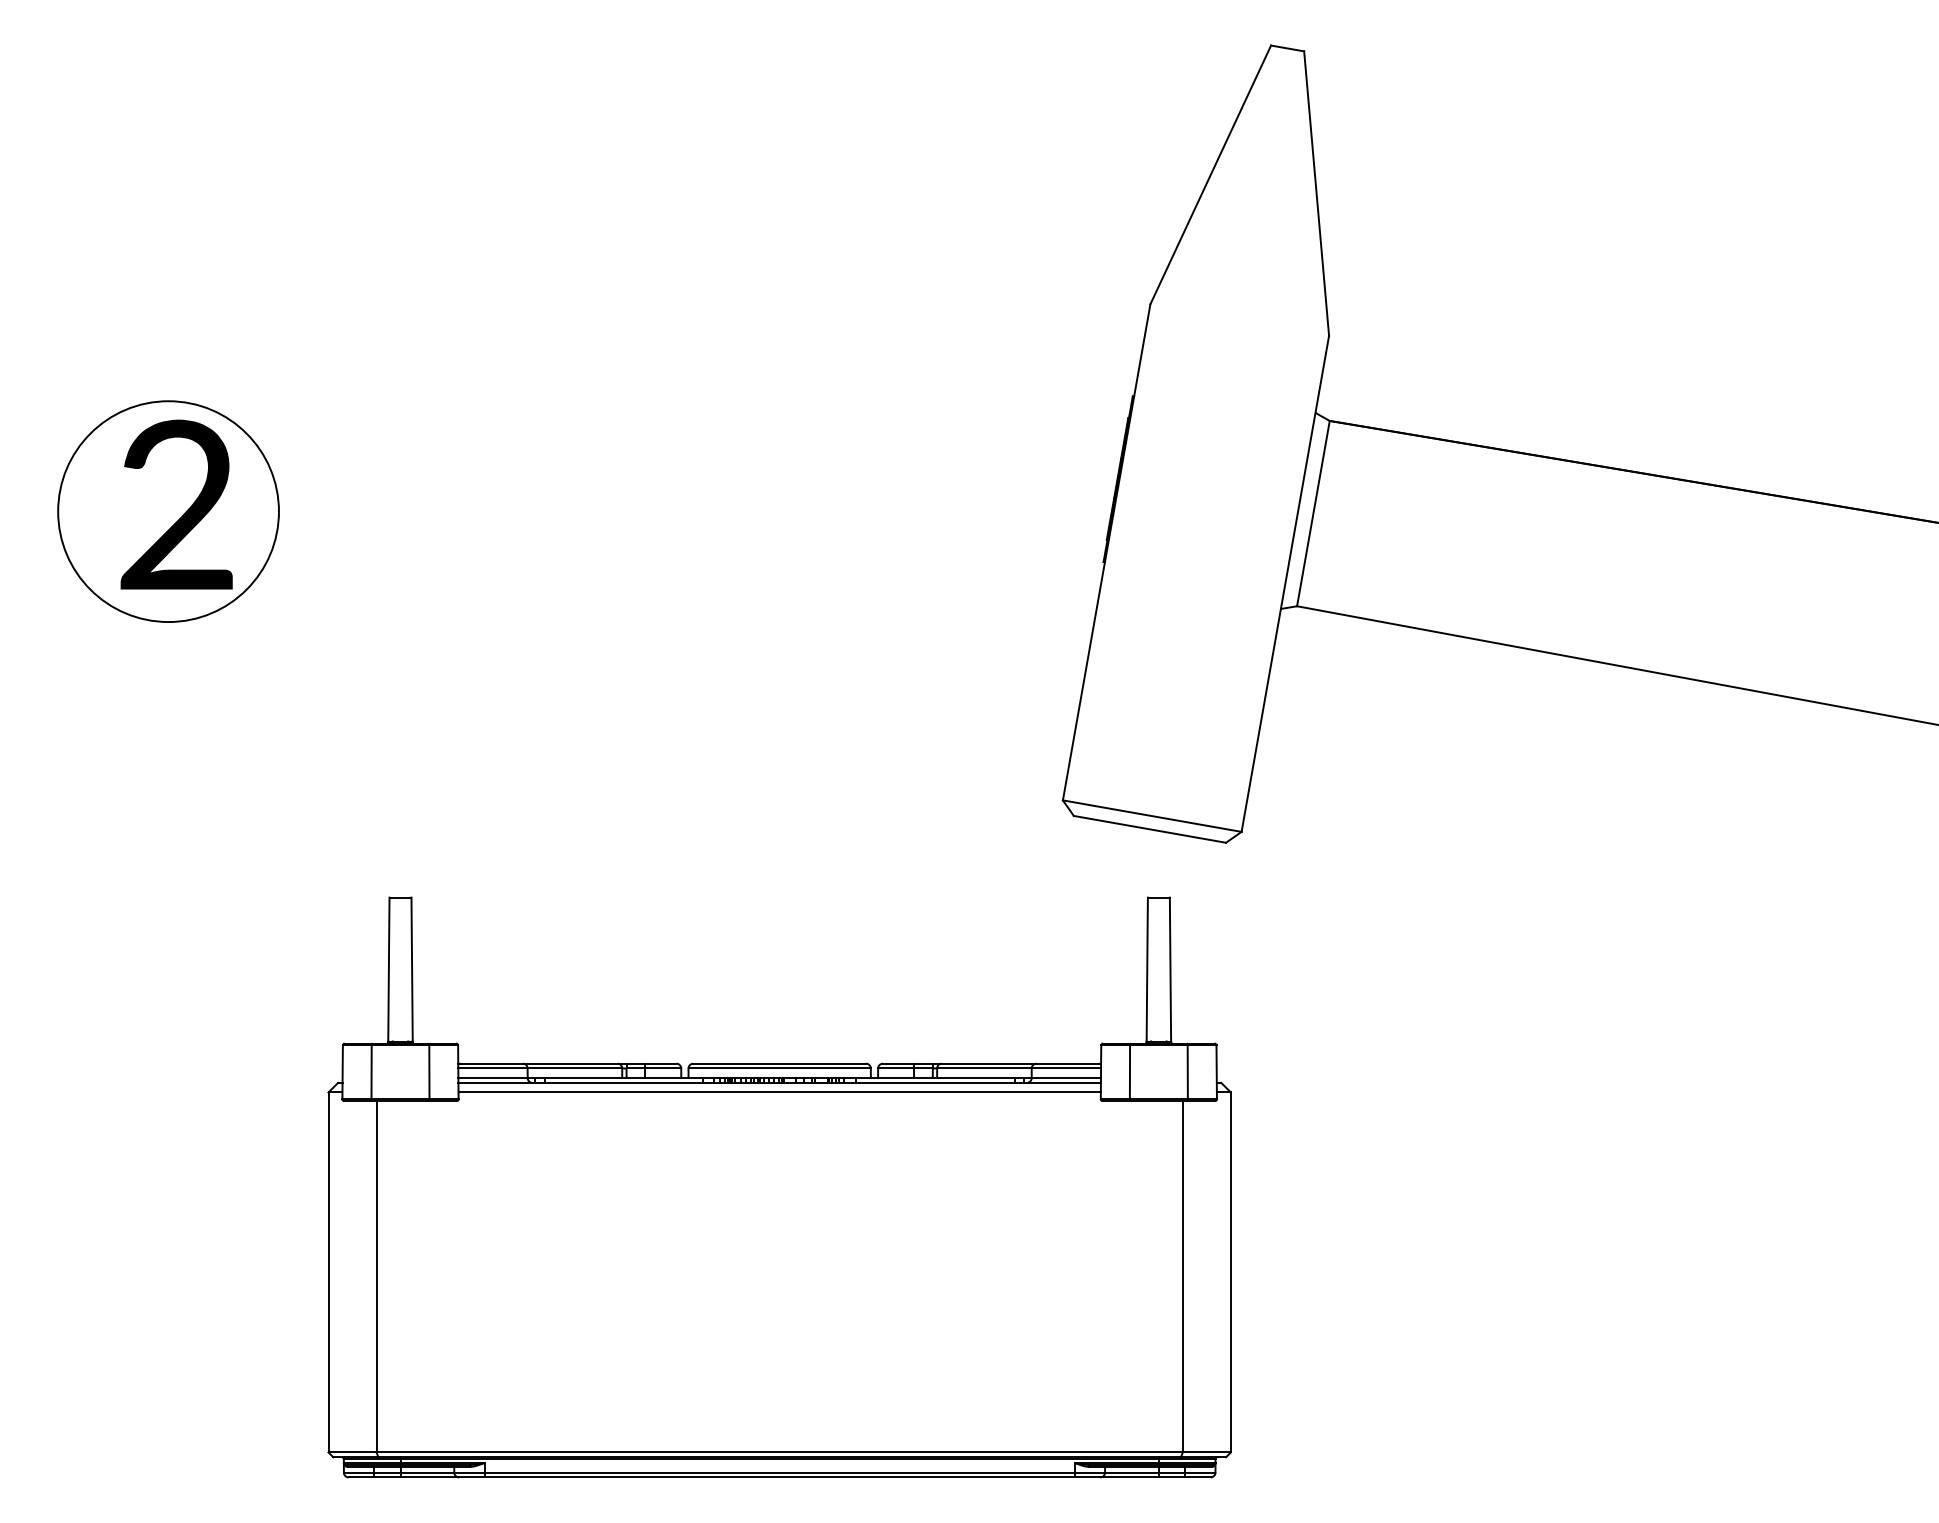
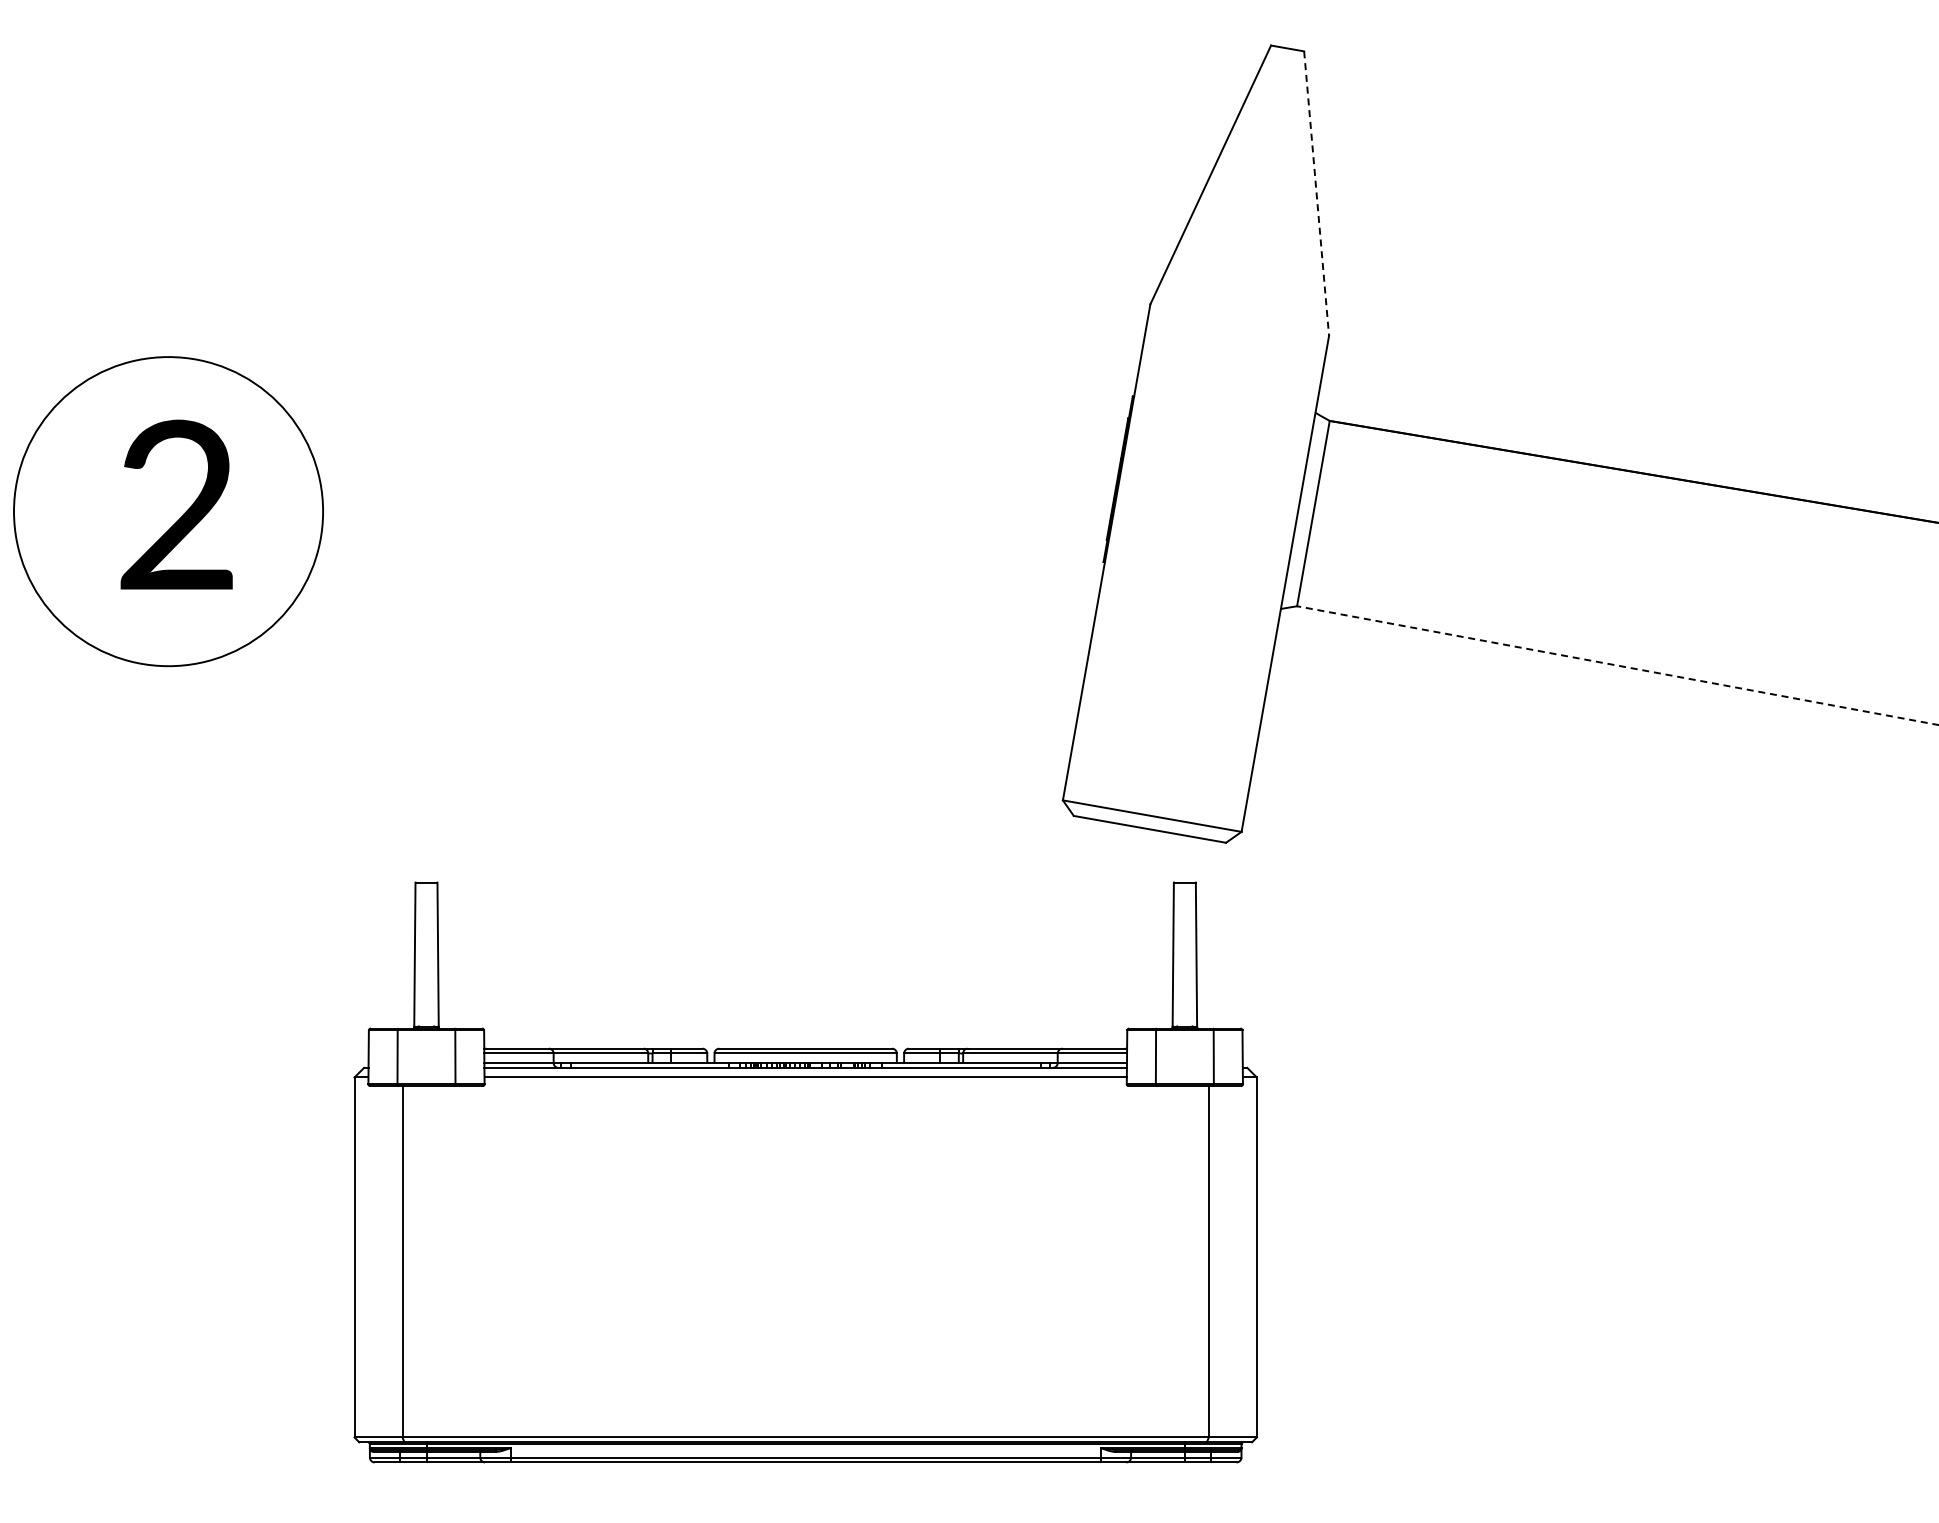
line at (1316, 193): solid -> dashed
circle at (168, 511) diameter: 221 px -> 309 px
line at (1617, 665): solid -> dashed
part at (779, 1187) position: (779, 1187) -> (805, 1172)
